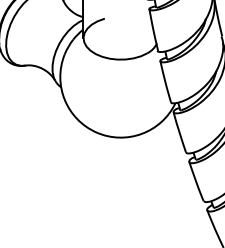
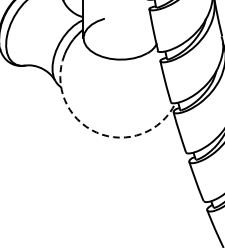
arc at (96, 132): solid -> dashed
